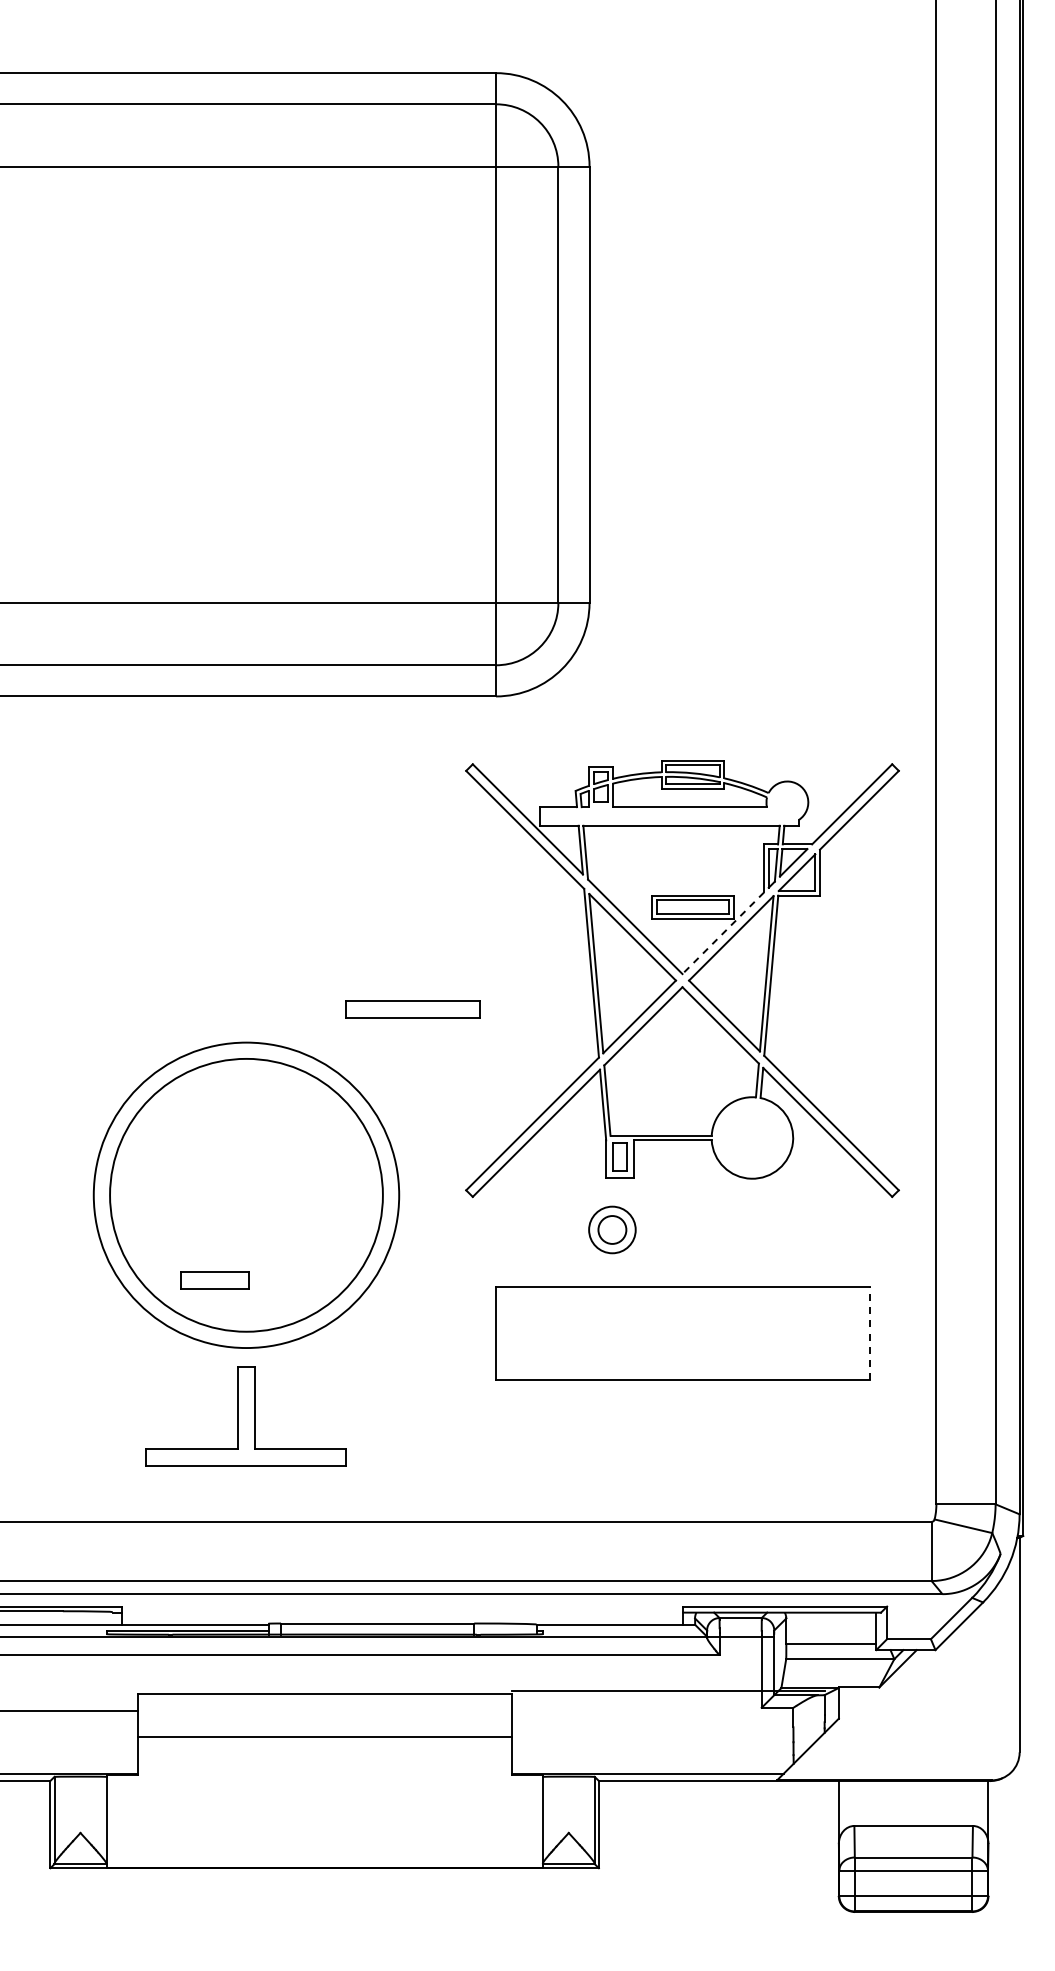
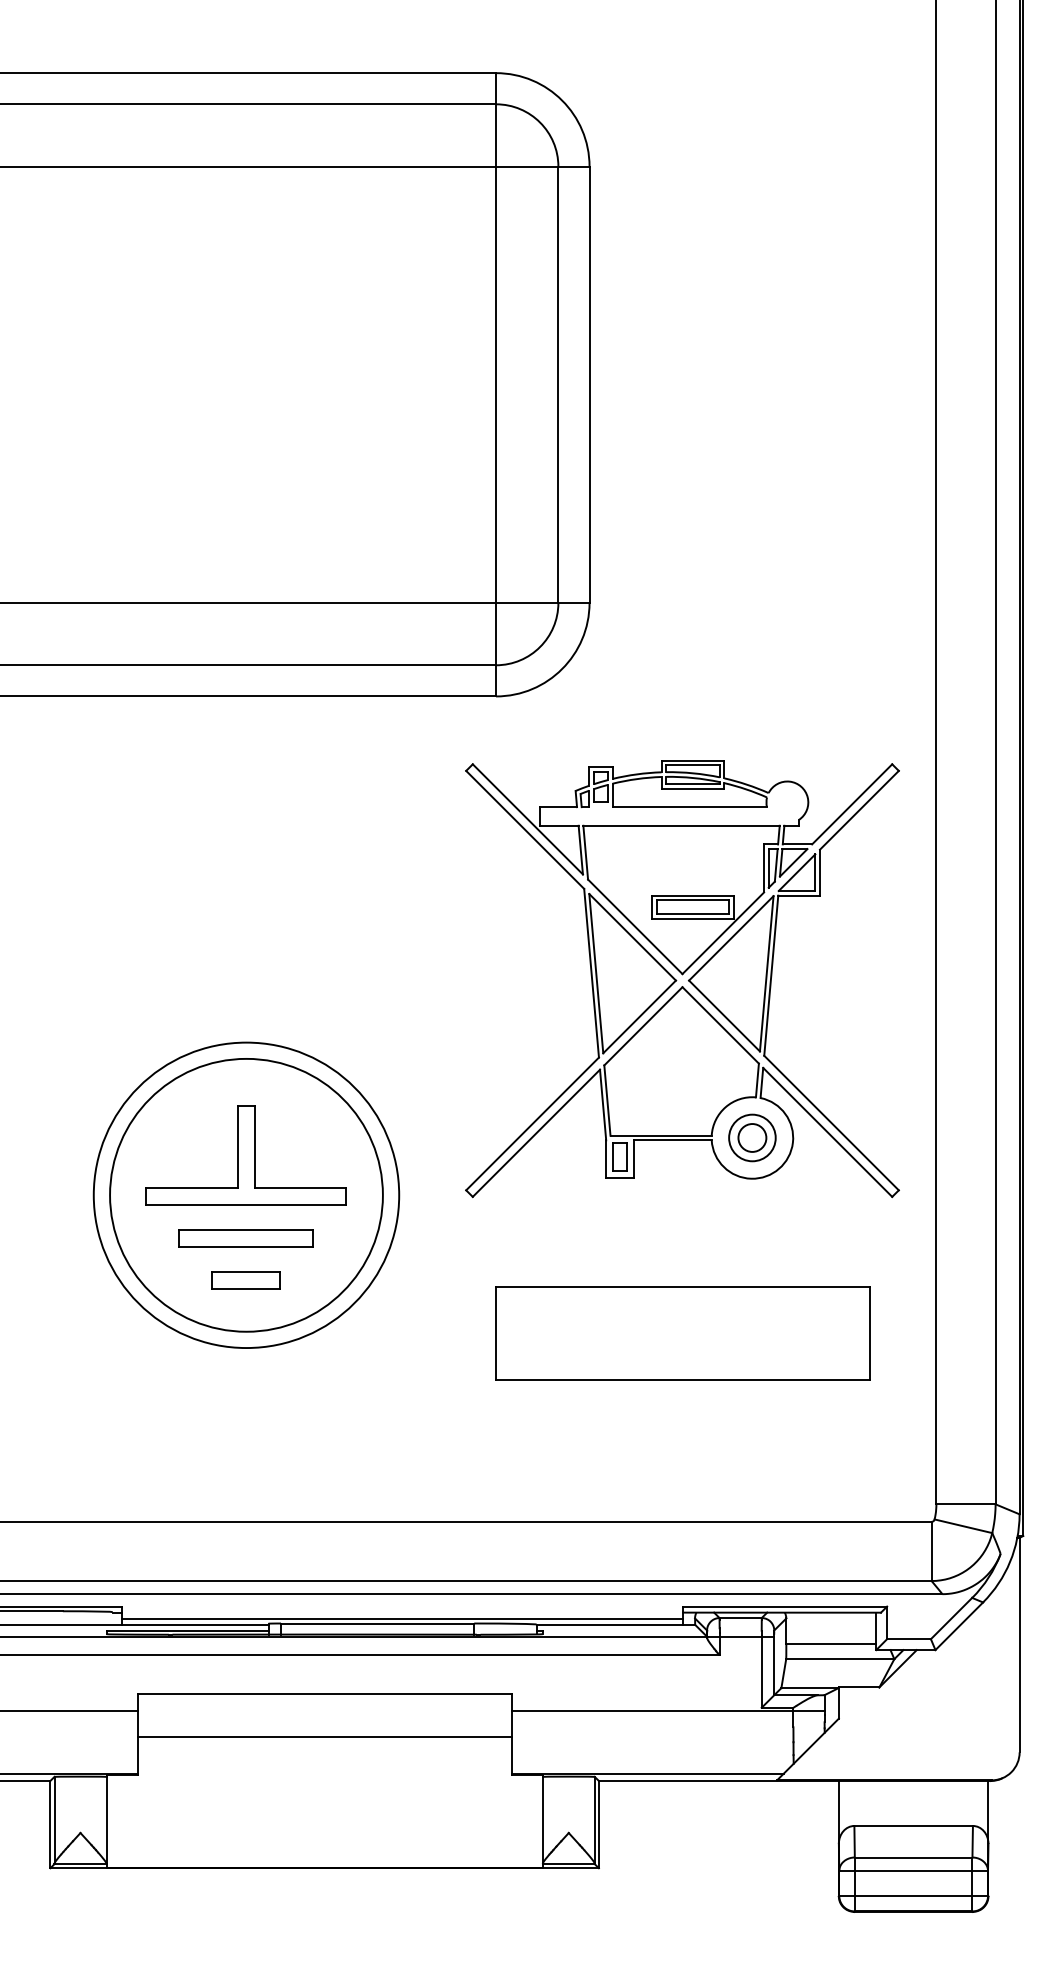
line at (723, 933): dashed -> solid
part at (412, 1009) position: (412, 1009) -> (245, 1238)
part at (612, 1229) position: (612, 1229) -> (752, 1137)
part at (214, 1280) position: (214, 1280) -> (245, 1280)
line at (870, 1333): dashed -> solid
part at (245, 1416) position: (245, 1416) -> (245, 1155)
line at (402, 1619): none -> present
line at (667, 1691) position: (667, 1691) -> (667, 1711)
